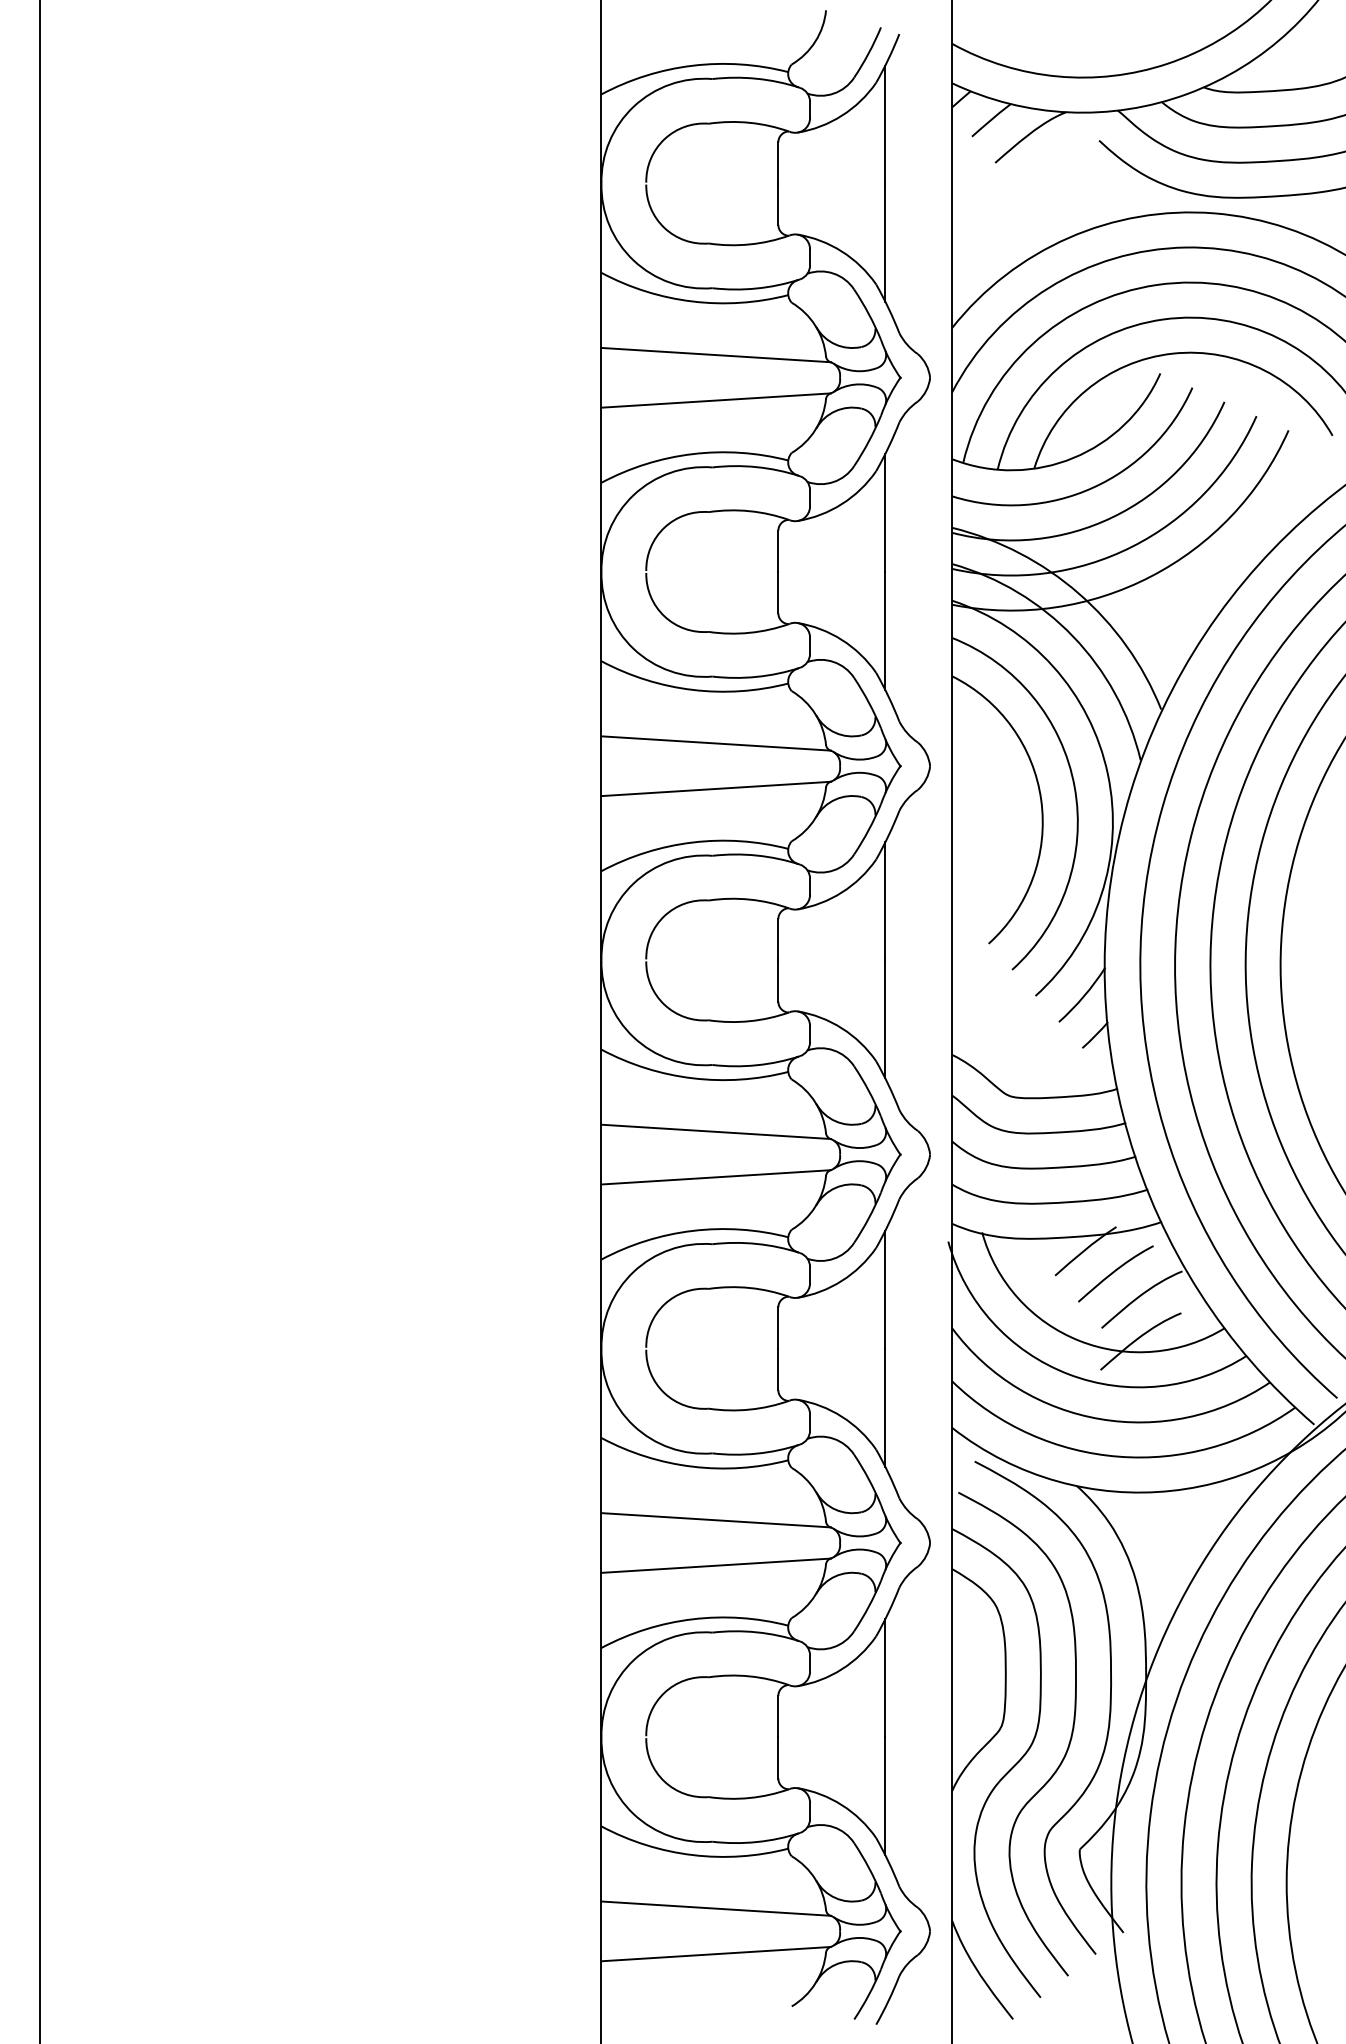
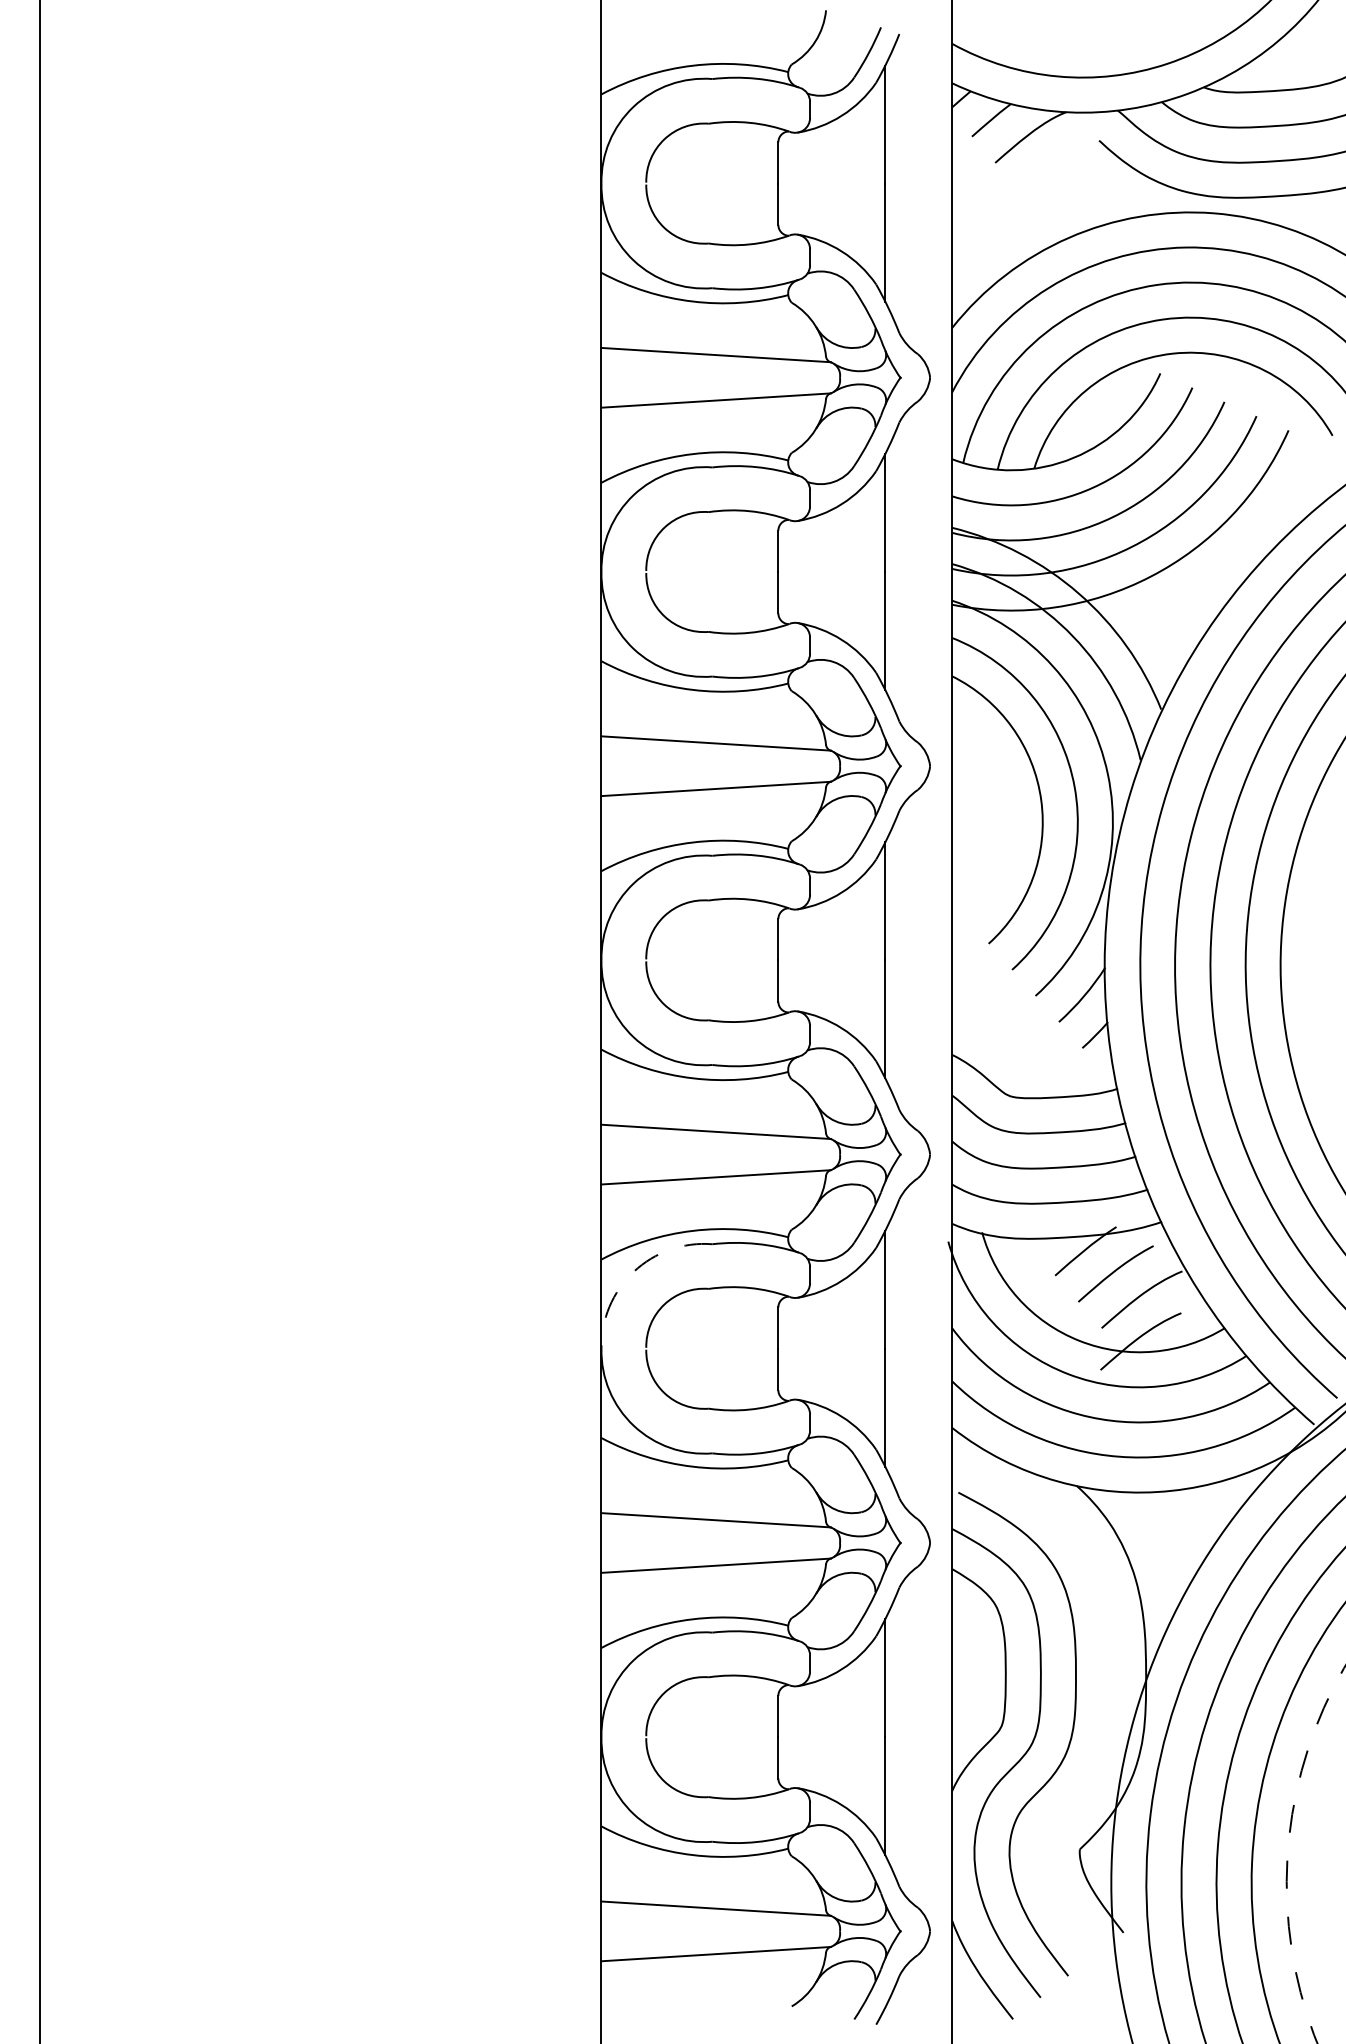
arc at (633, 1271): solid -> dashed
curve at (1108, 1718): present -> none
arc at (1287, 1850): solid -> dashed
